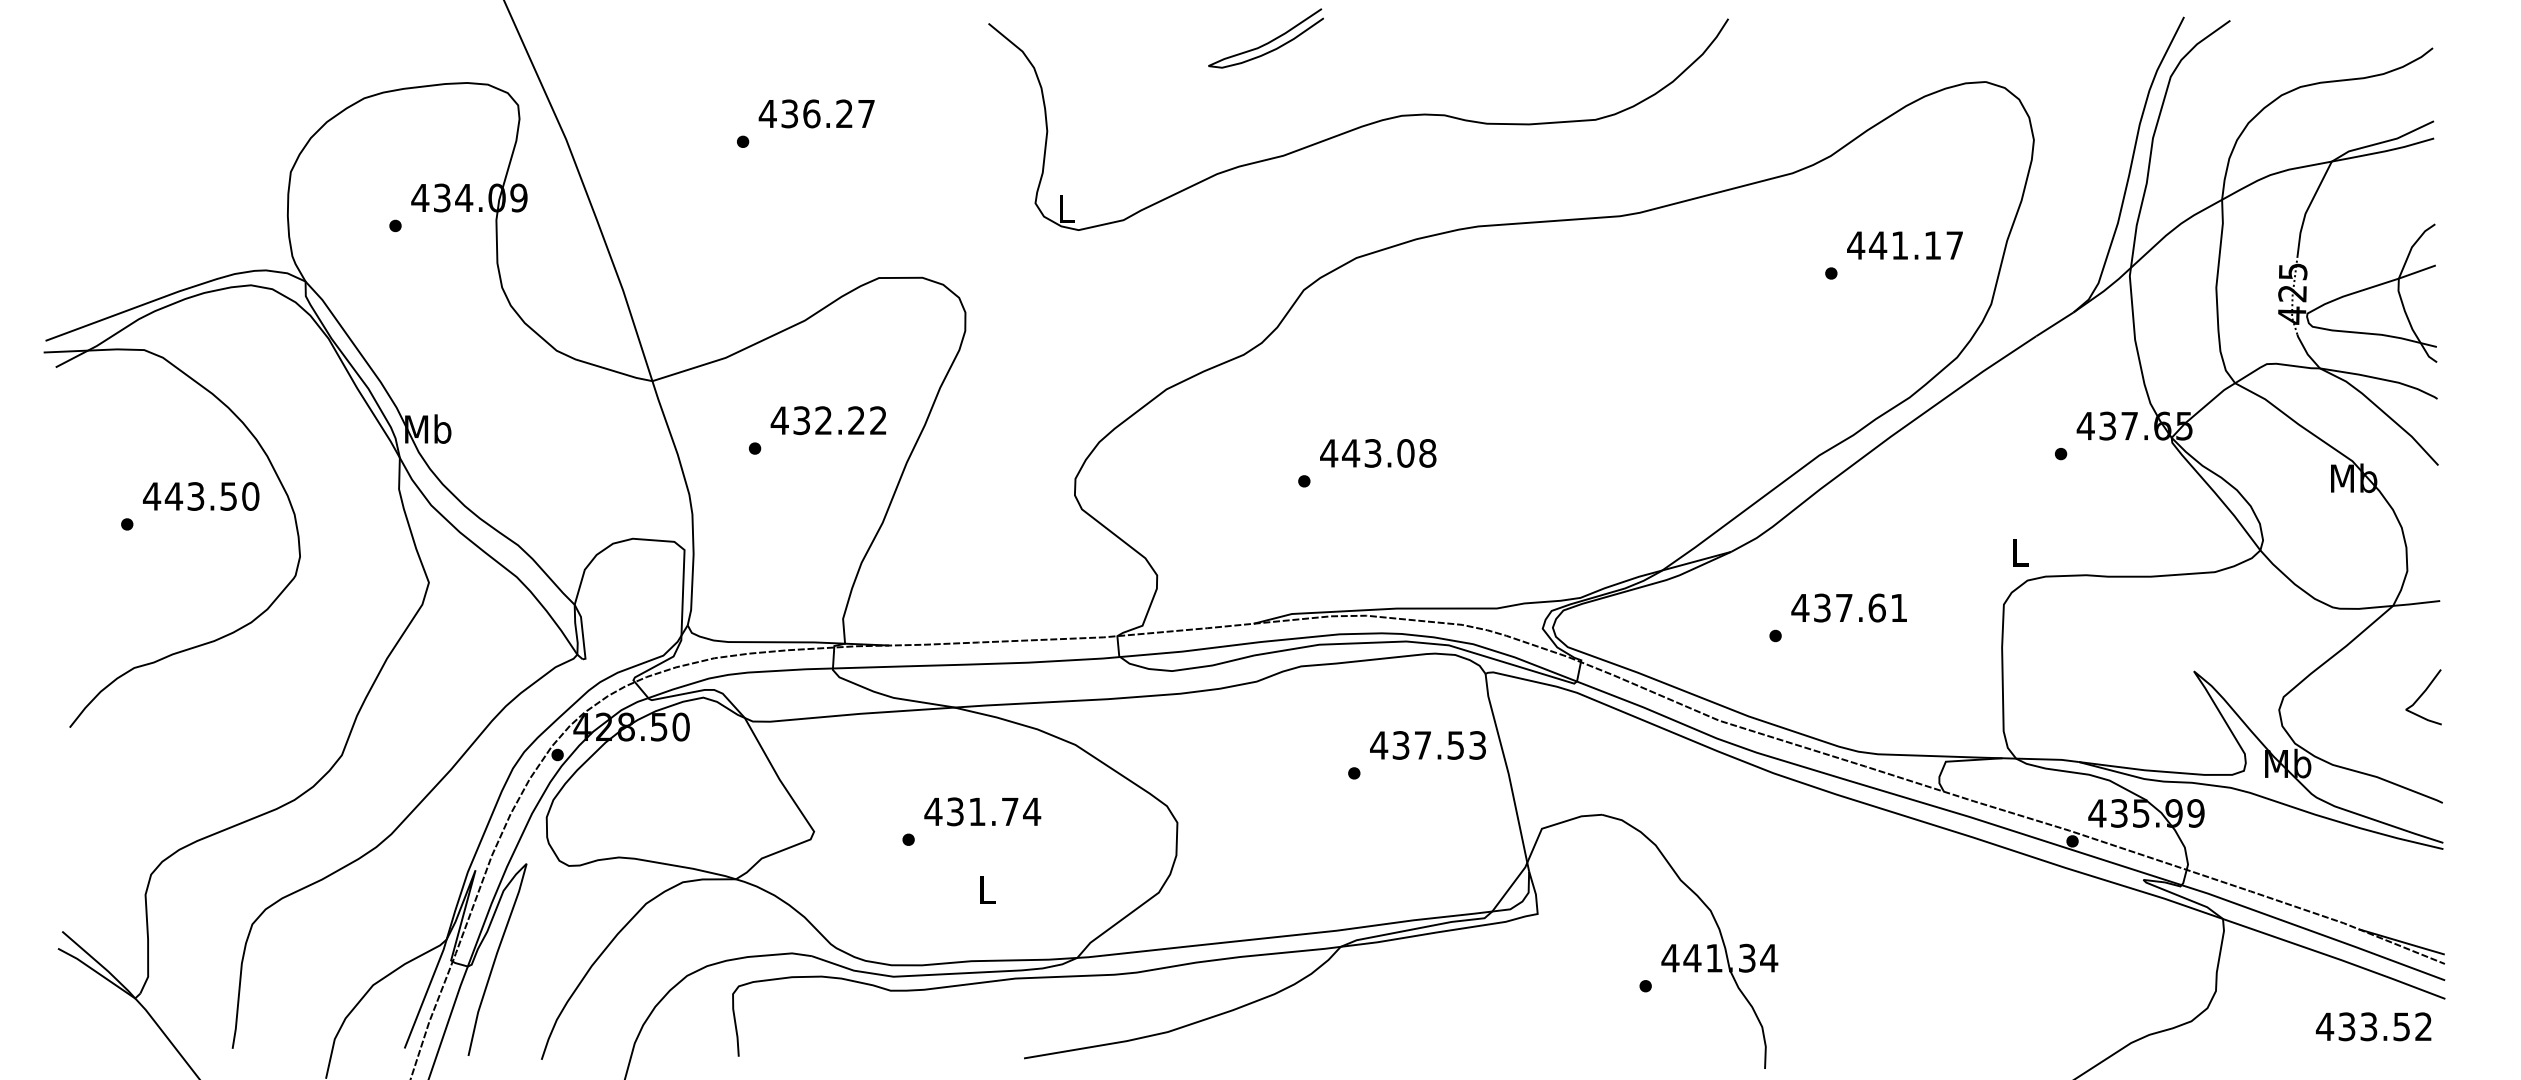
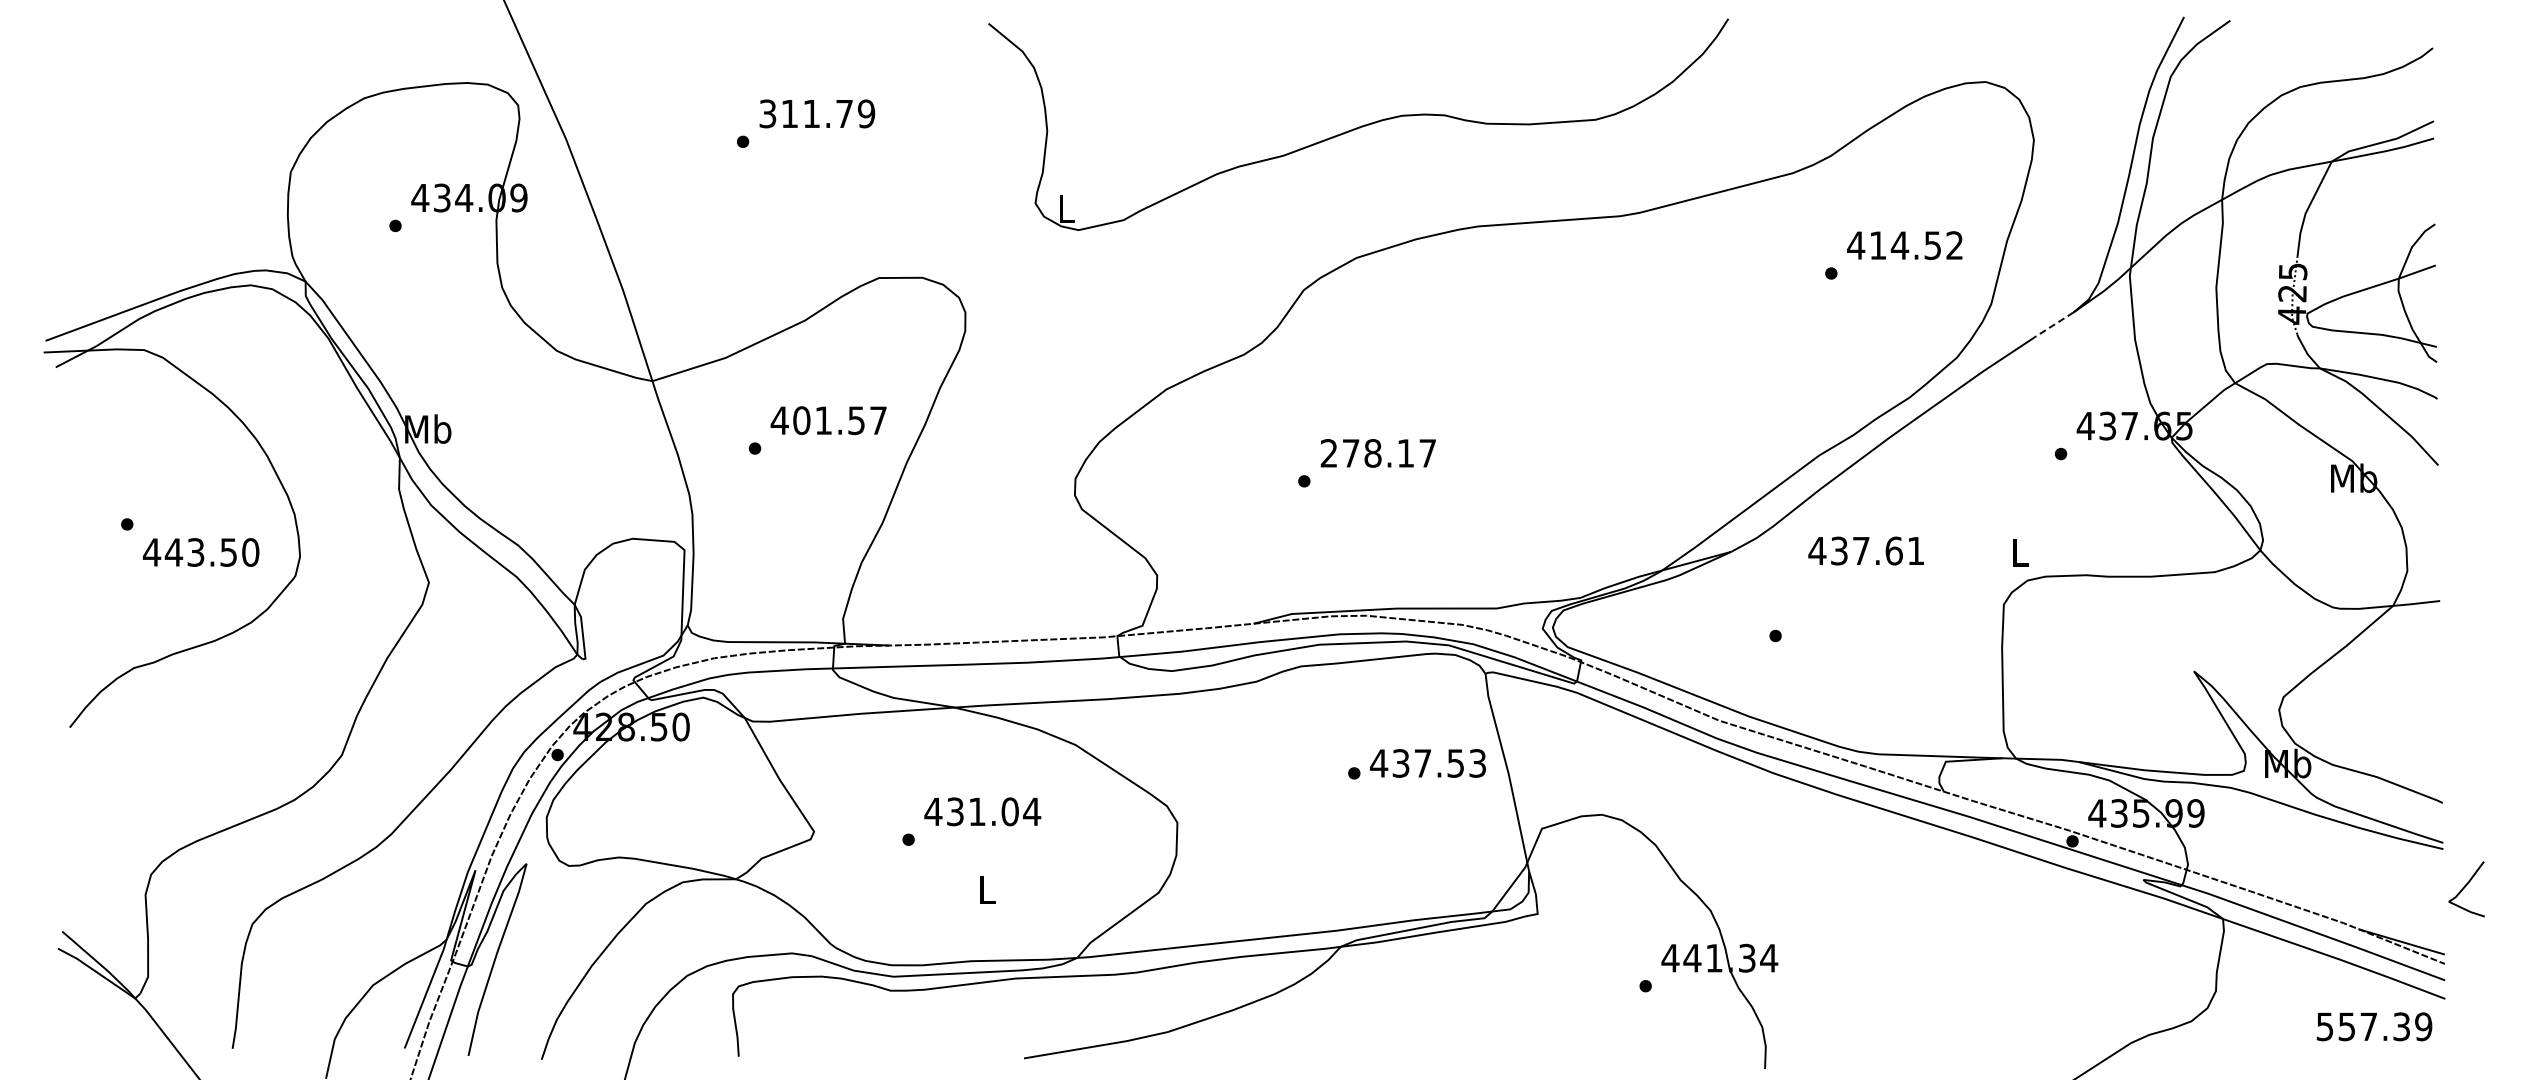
curve at (1268, 41): present -> none
text at (816, 113): 436.27 -> 311.79
text at (1915, 245): 441.17 -> 414.52
line at (2054, 324): solid -> dashed
text at (839, 420): 432.22 -> 401.57
text at (1378, 453): 443.08 -> 278.17
text at (201, 496) position: (201, 496) -> (201, 552)
text at (1848, 607) position: (1848, 607) -> (1865, 550)
curve at (2422, 695) position: (2422, 695) -> (2465, 887)
text at (1427, 745) position: (1427, 745) -> (1427, 763)
text at (1009, 811): 431.74 -> 431.04
text at (2373, 1026): 433.52 -> 557.39
